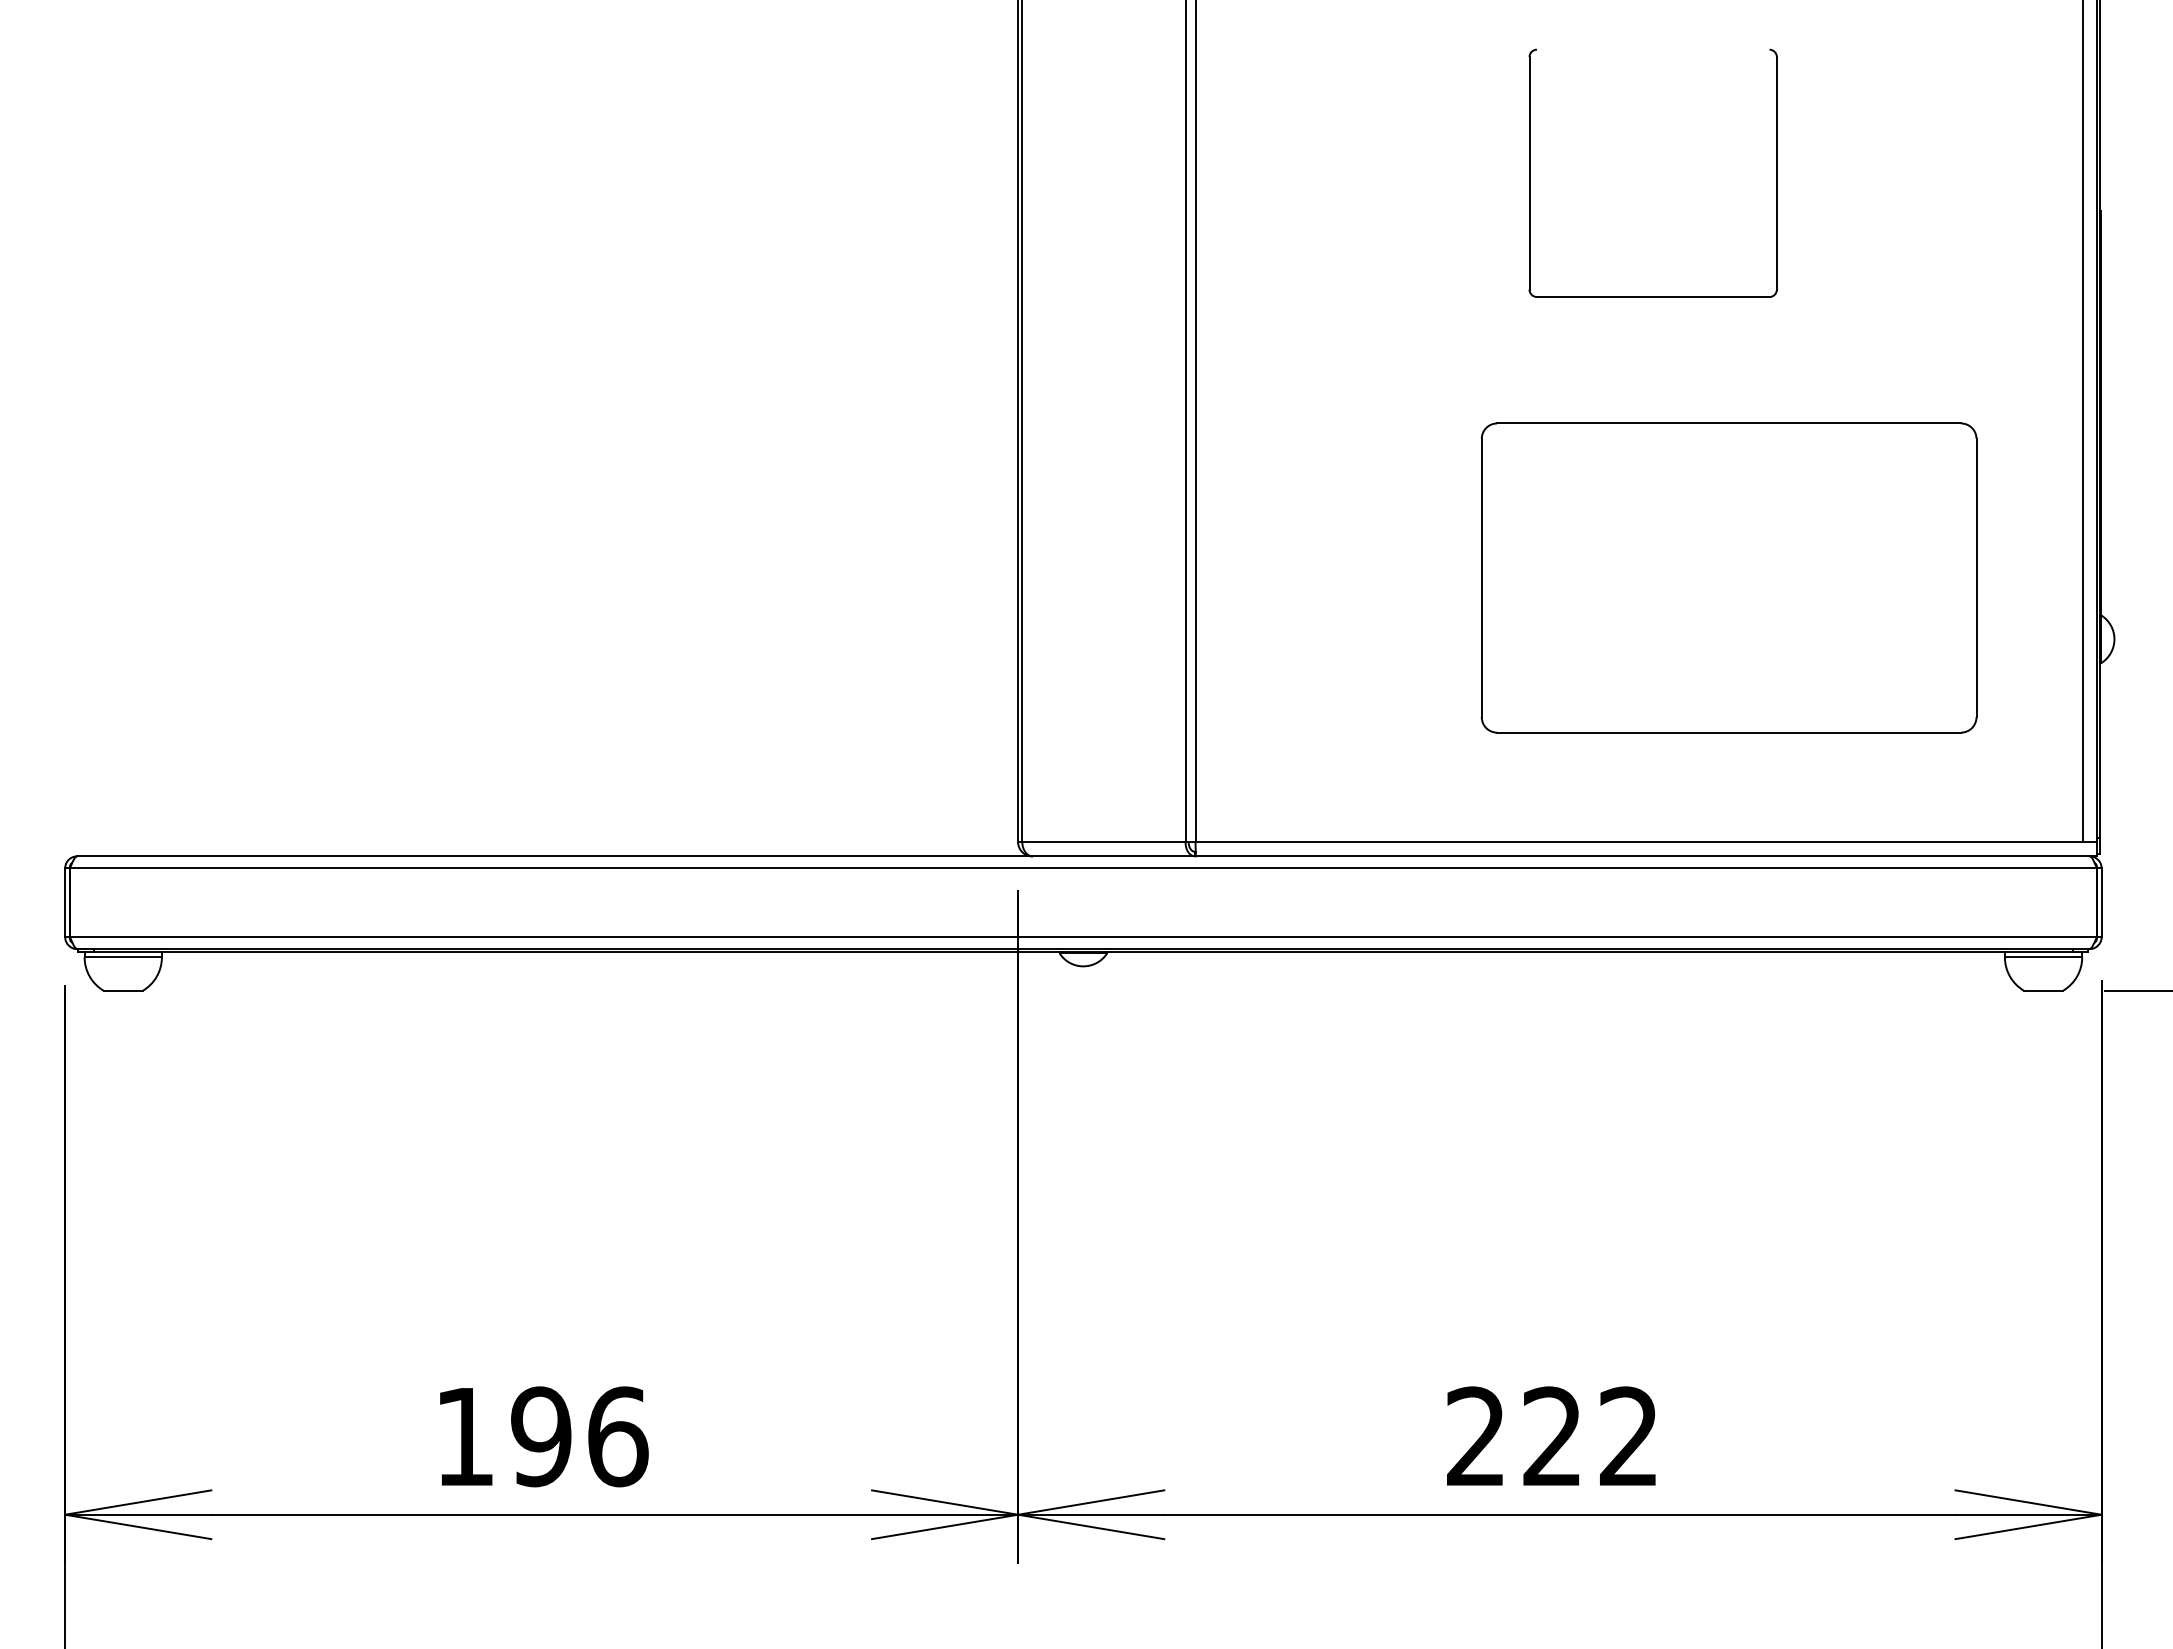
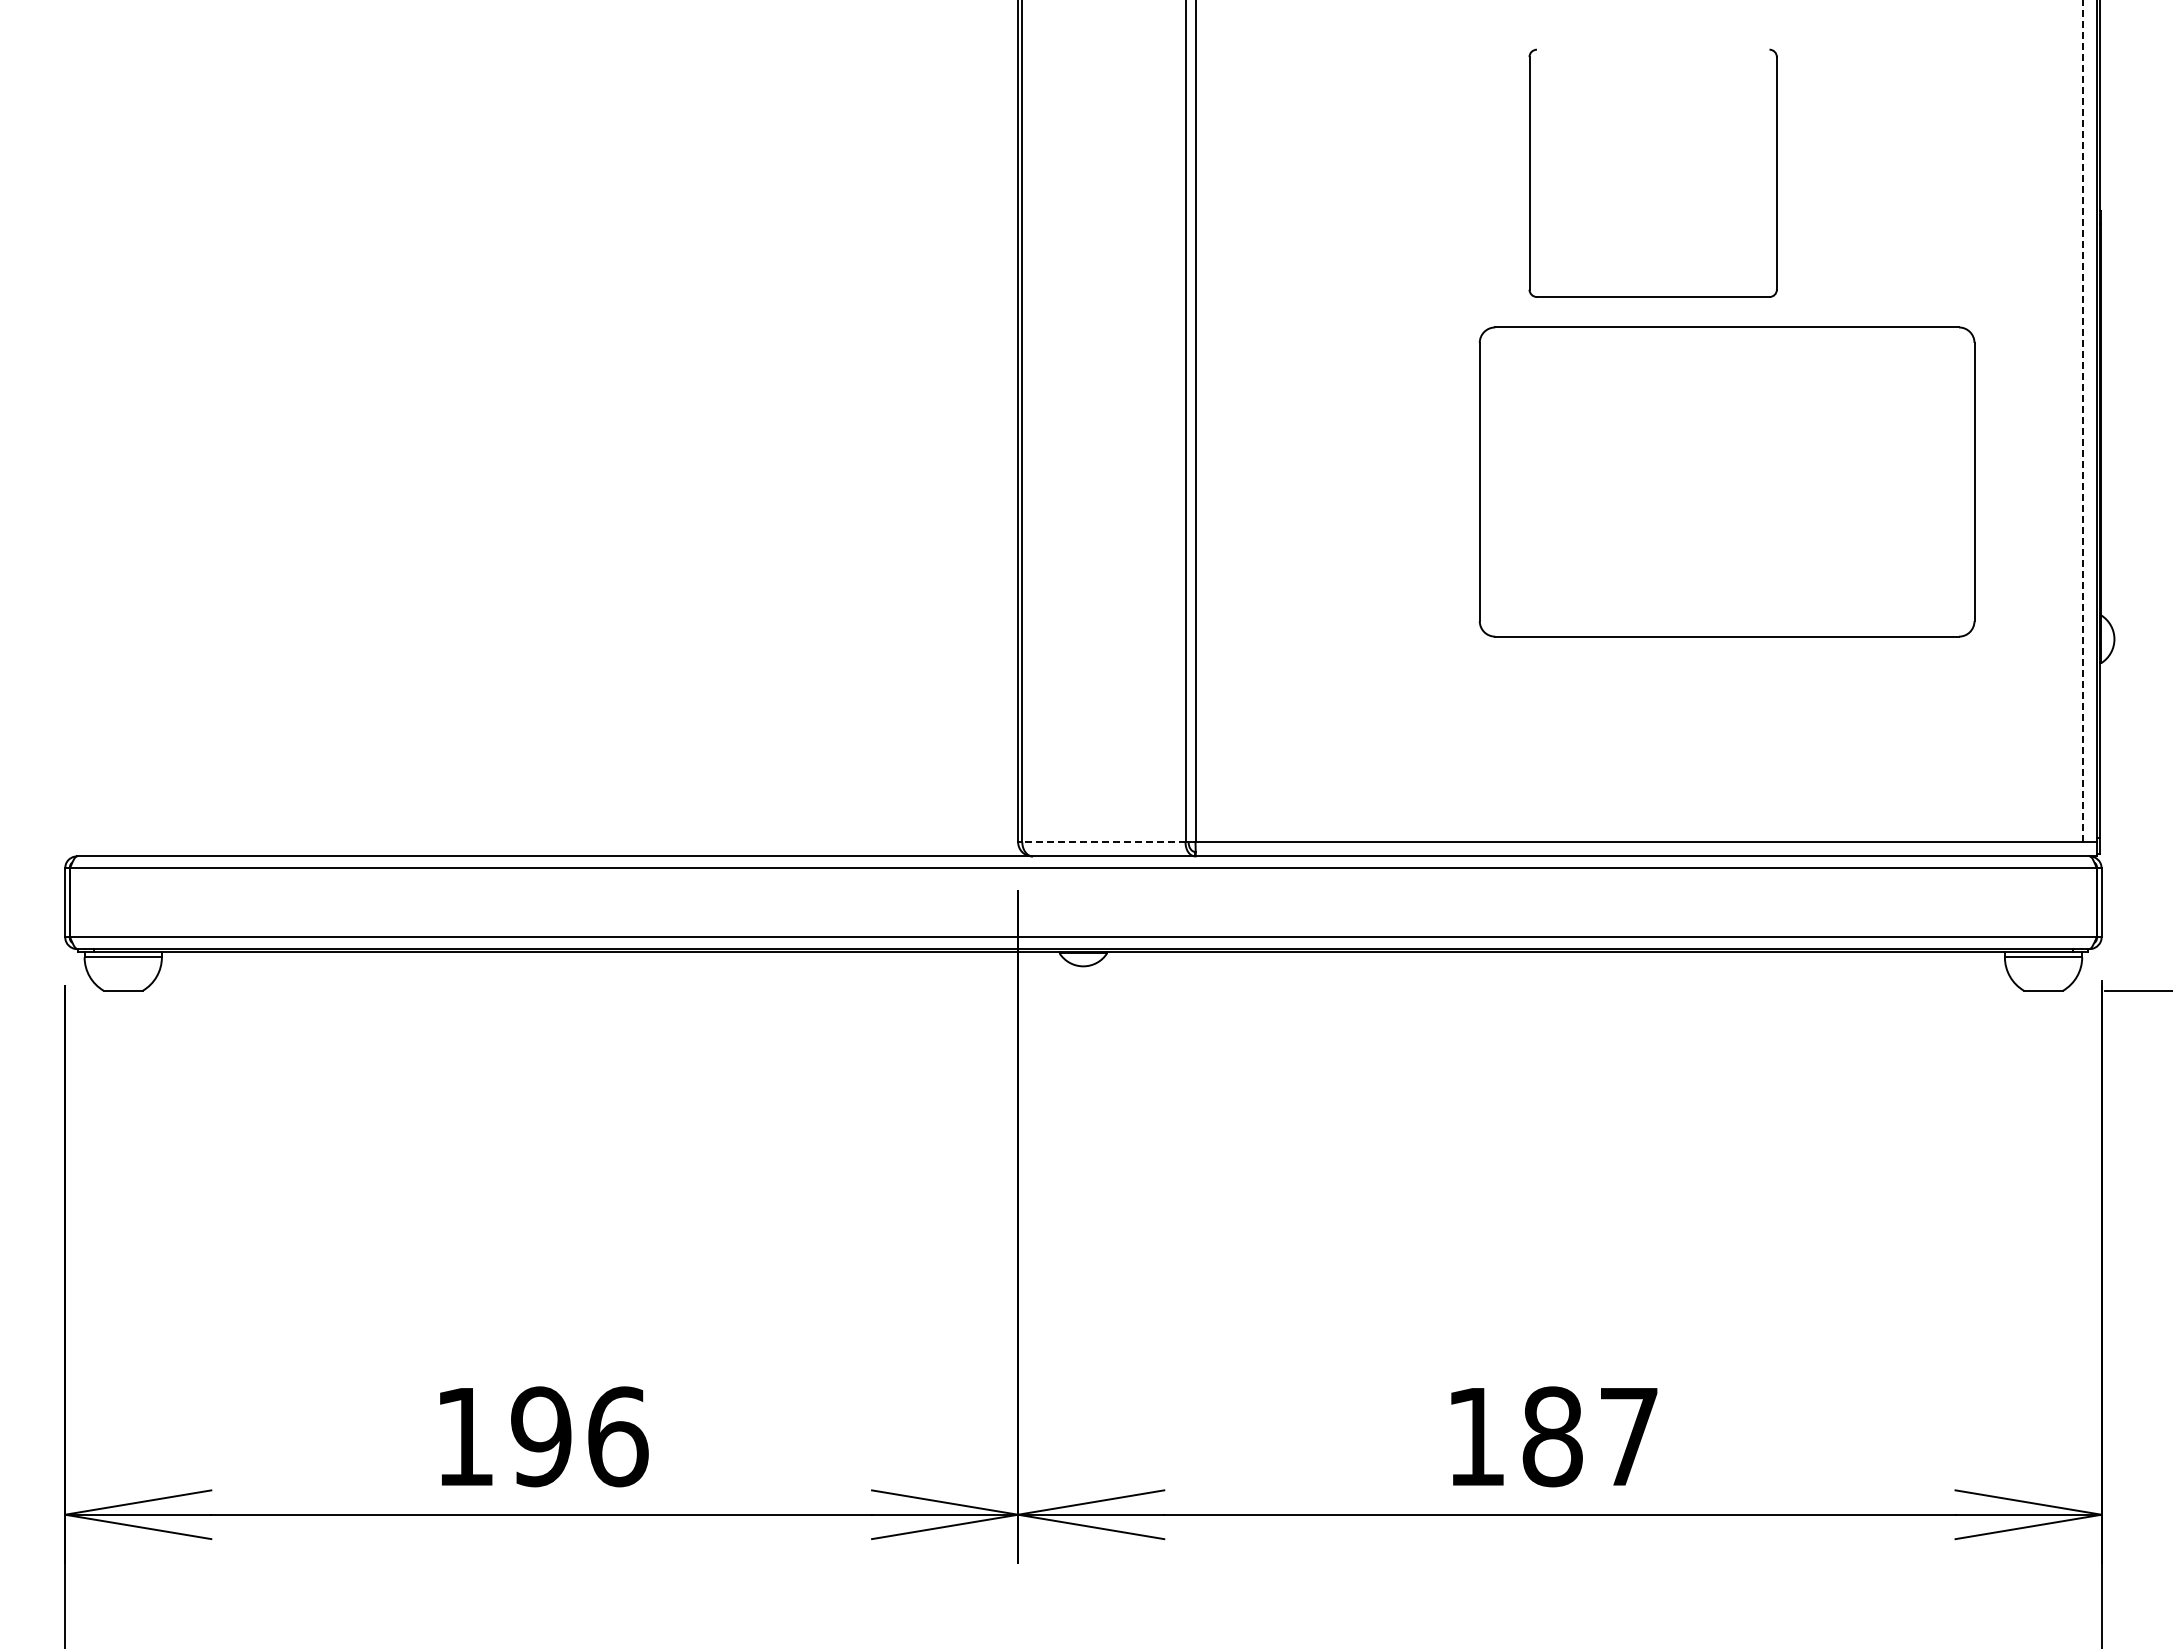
line at (2083, 421): solid -> dashed
part at (1728, 577) position: (1728, 577) -> (1726, 481)
line at (1103, 842): solid -> dashed
text at (1552, 1436): 222 -> 187
